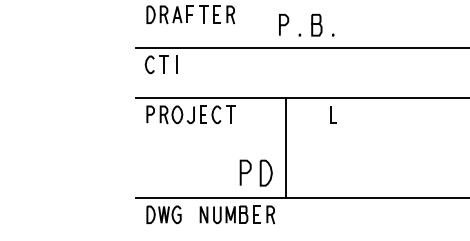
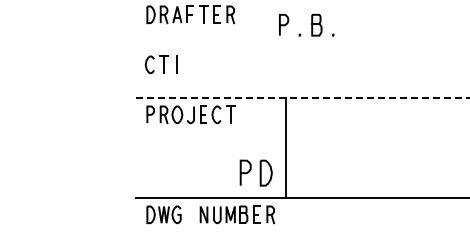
line at (300, 48): present -> none
line at (302, 98): solid -> dashed
line at (331, 114): present -> none
